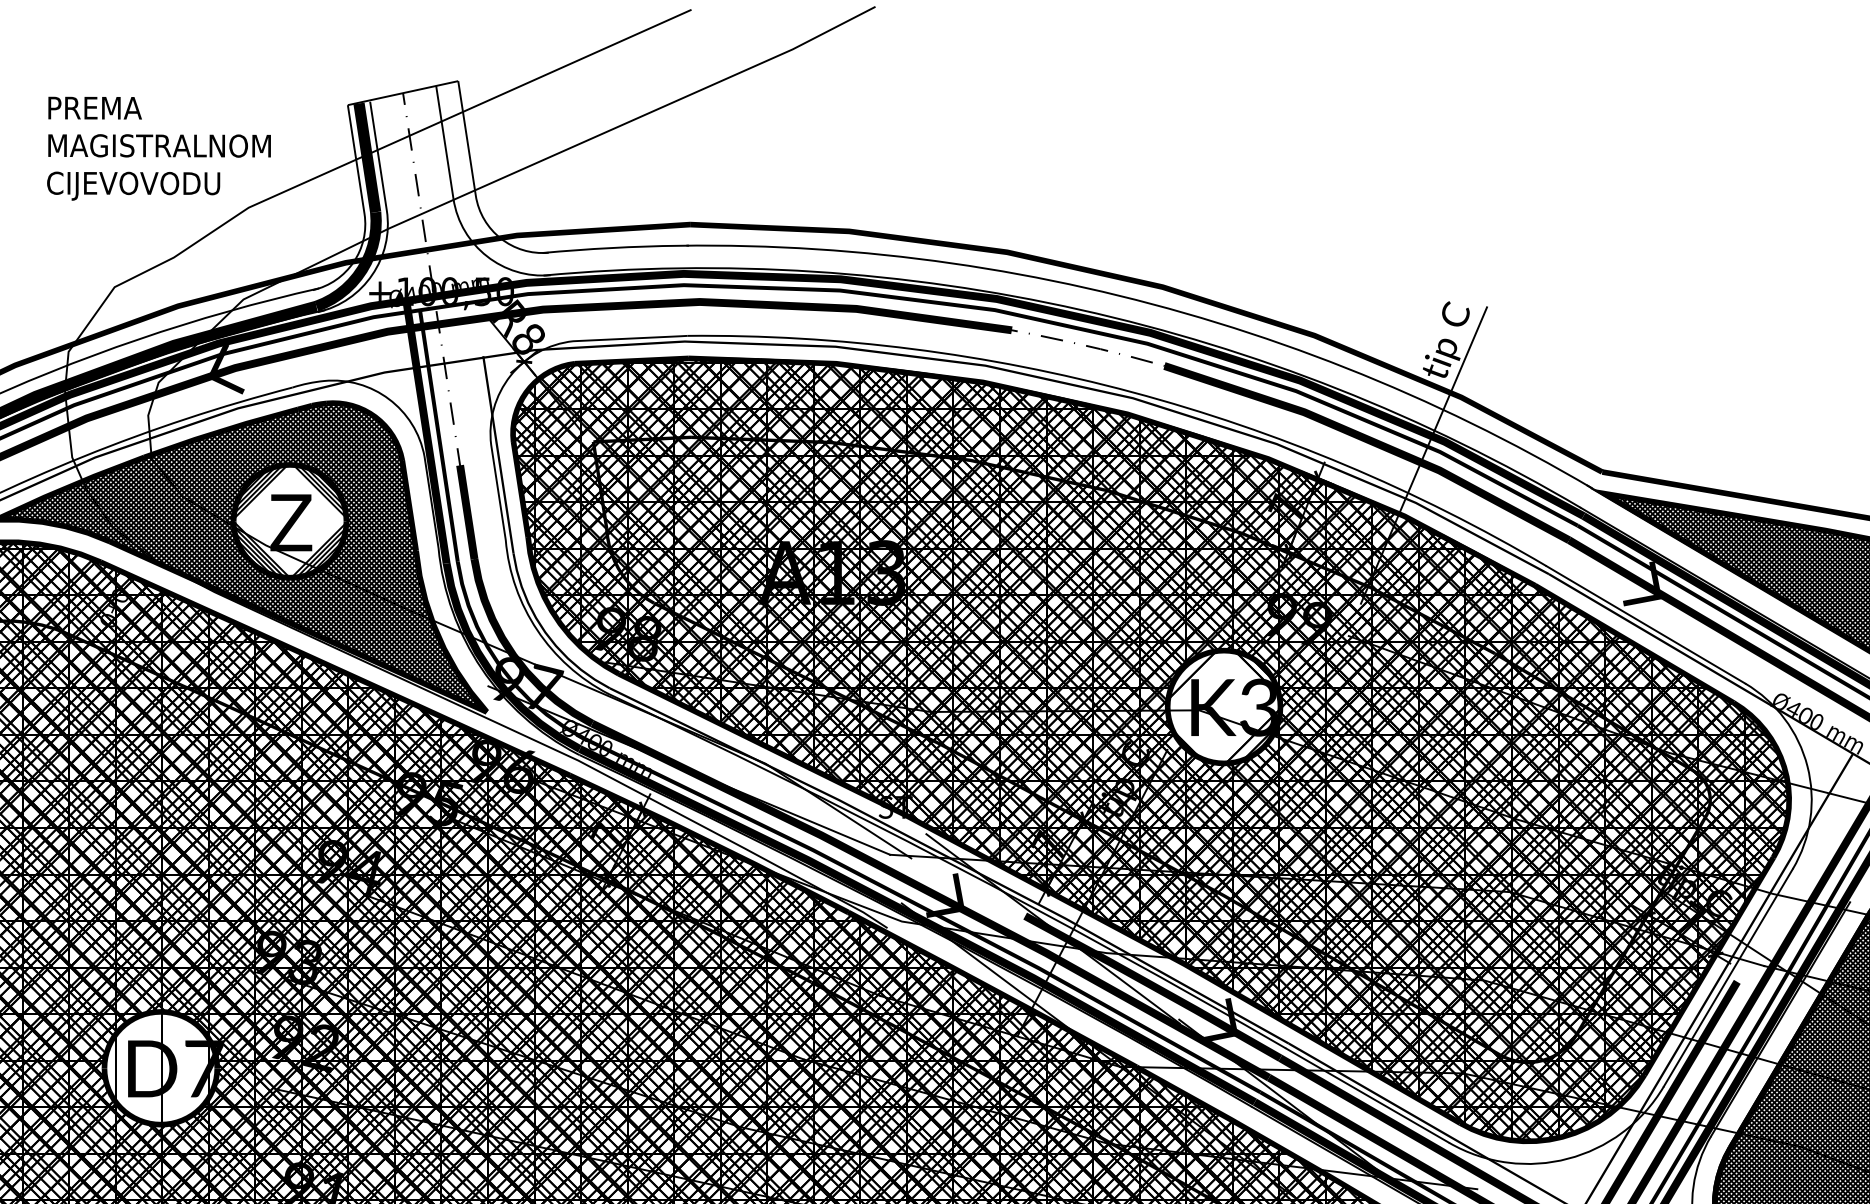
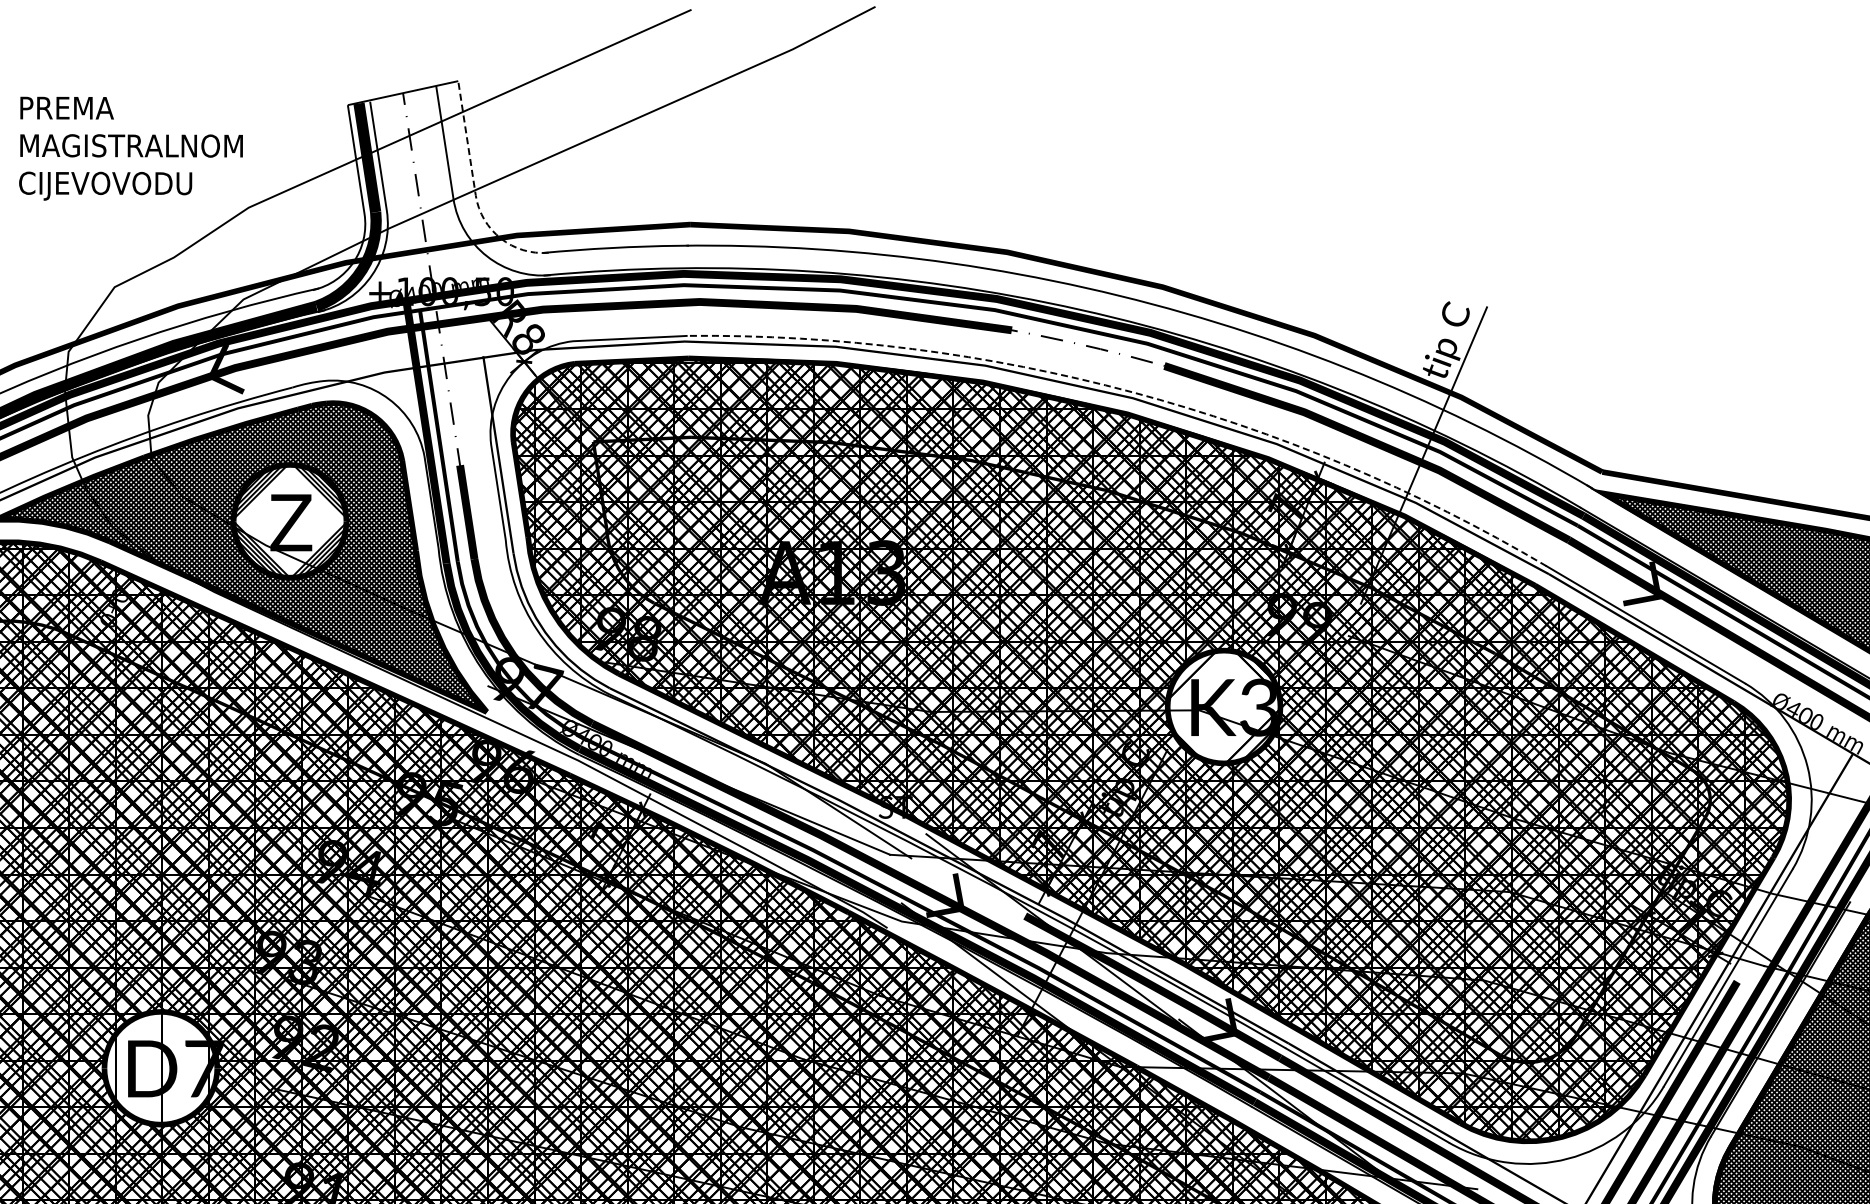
text at (158, 148) position: (158, 148) -> (130, 148)
line at (476, 200): solid -> dashed
arc at (1132, 392): solid -> dashed
